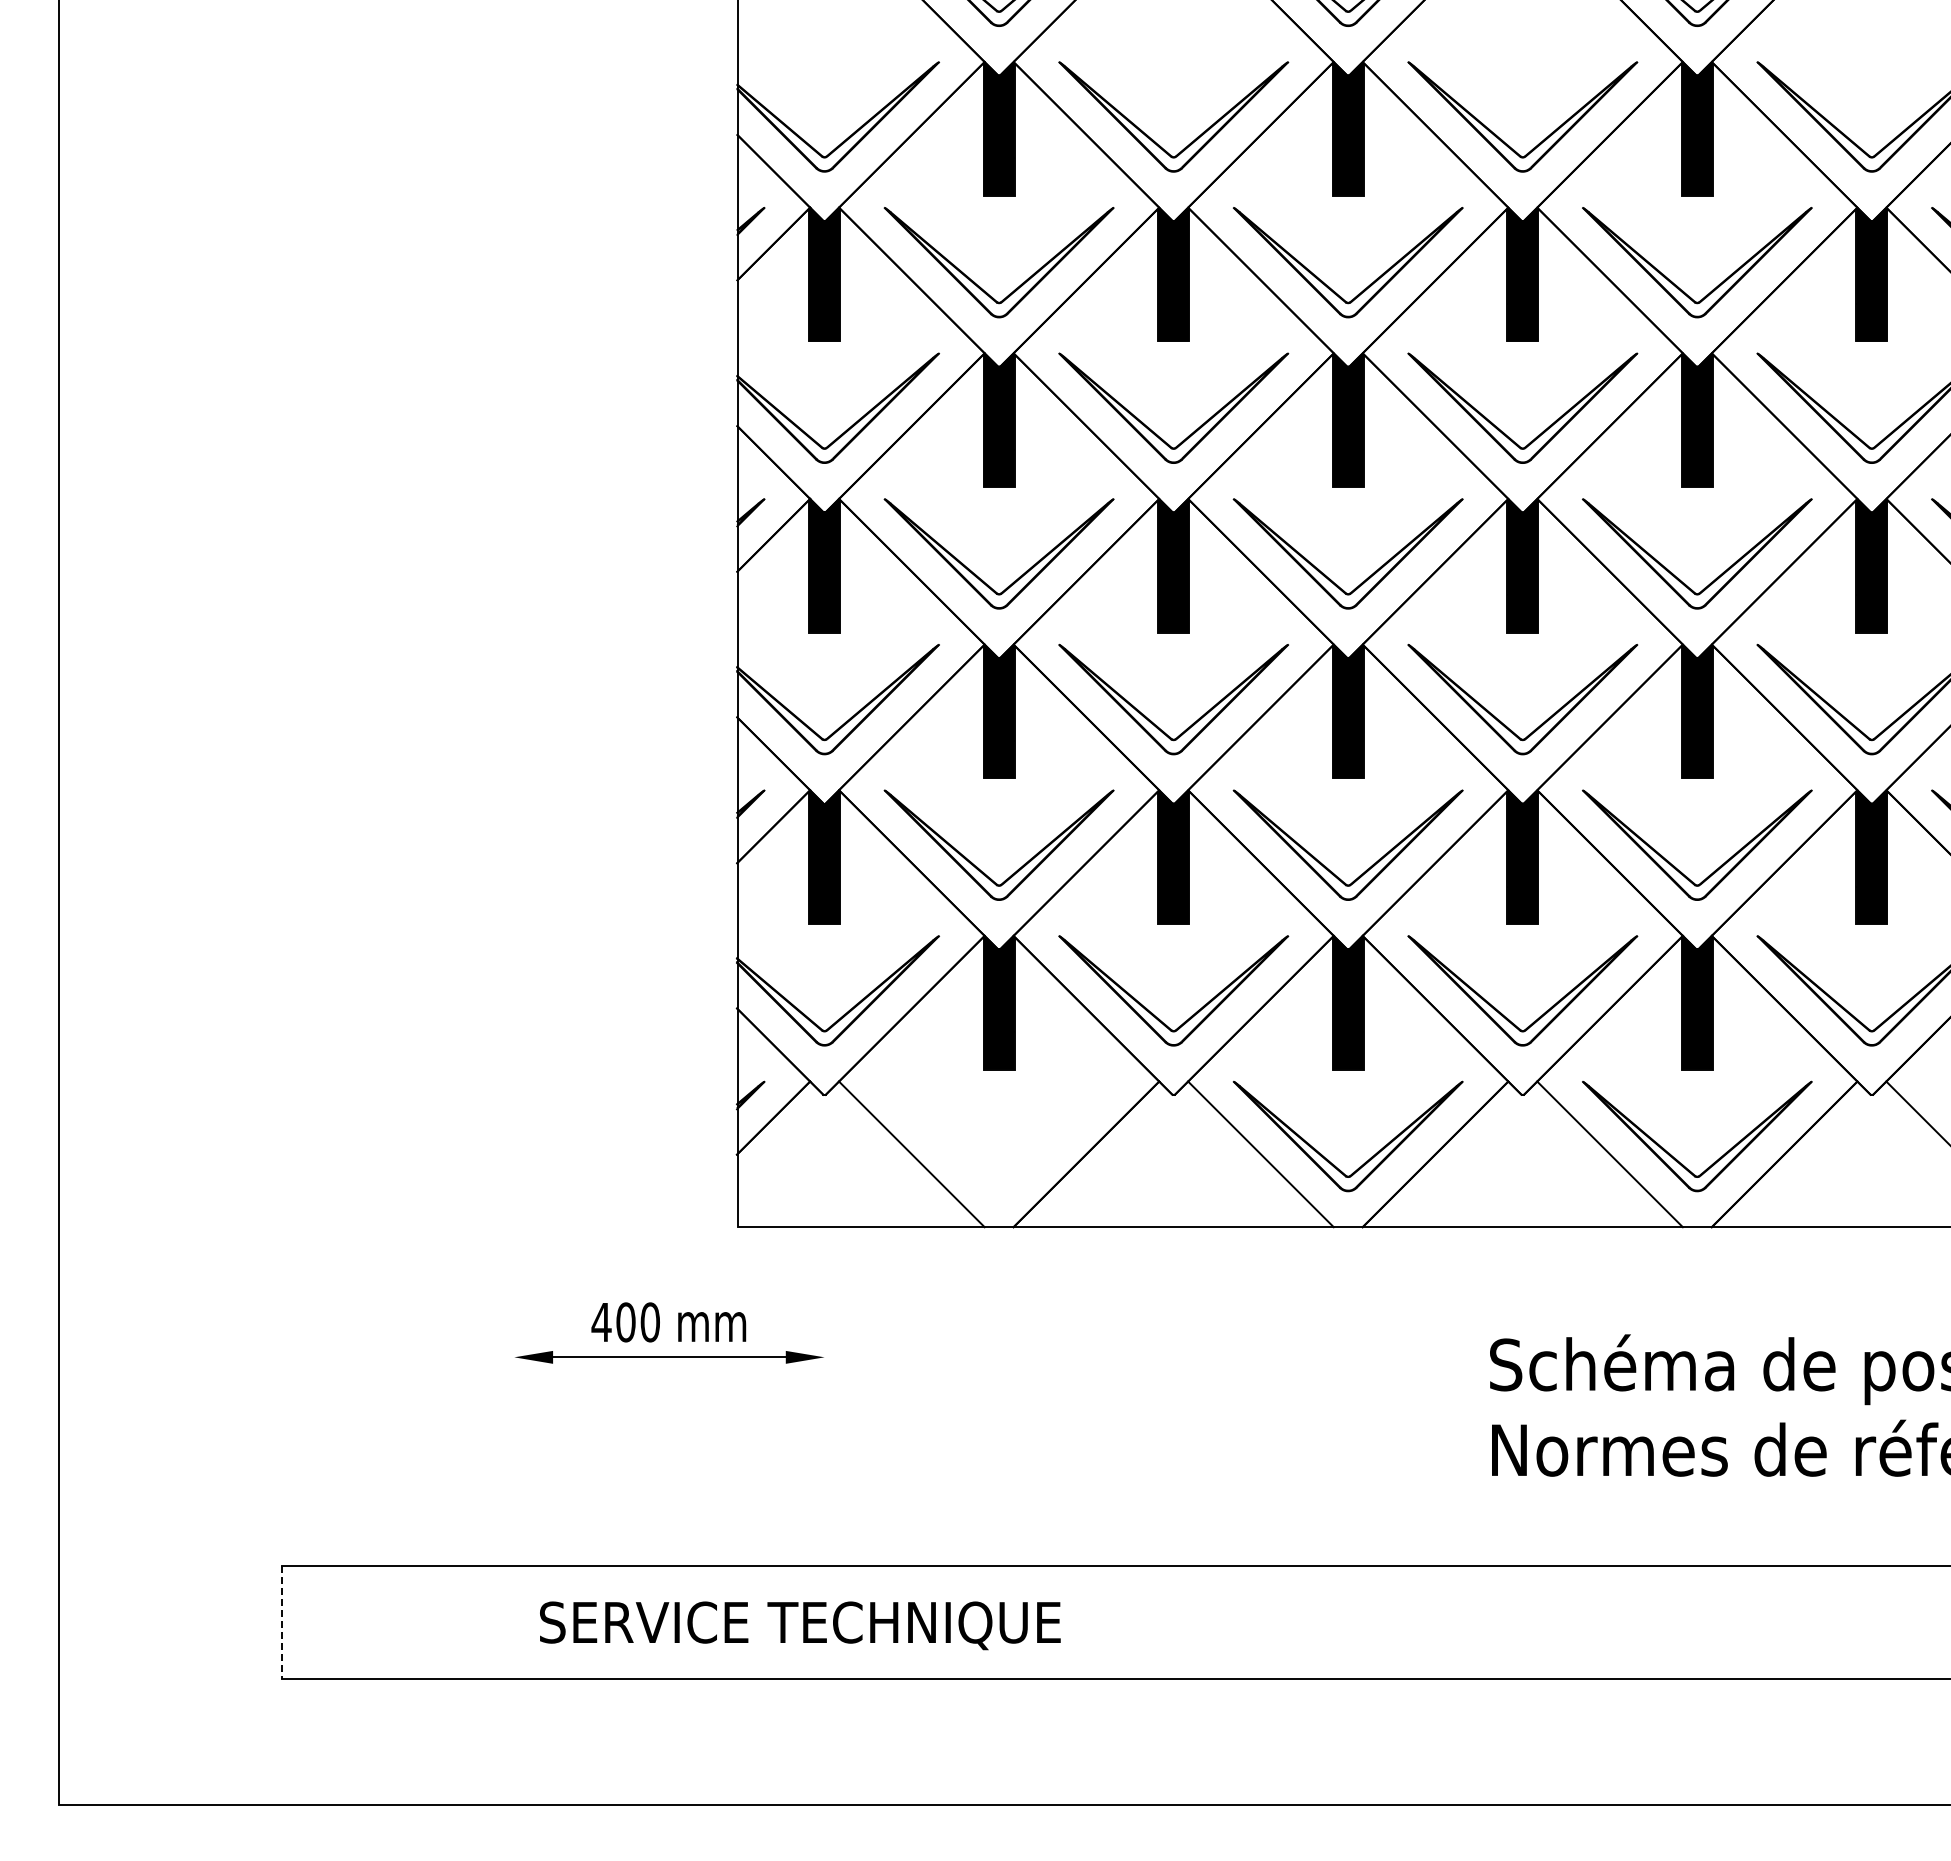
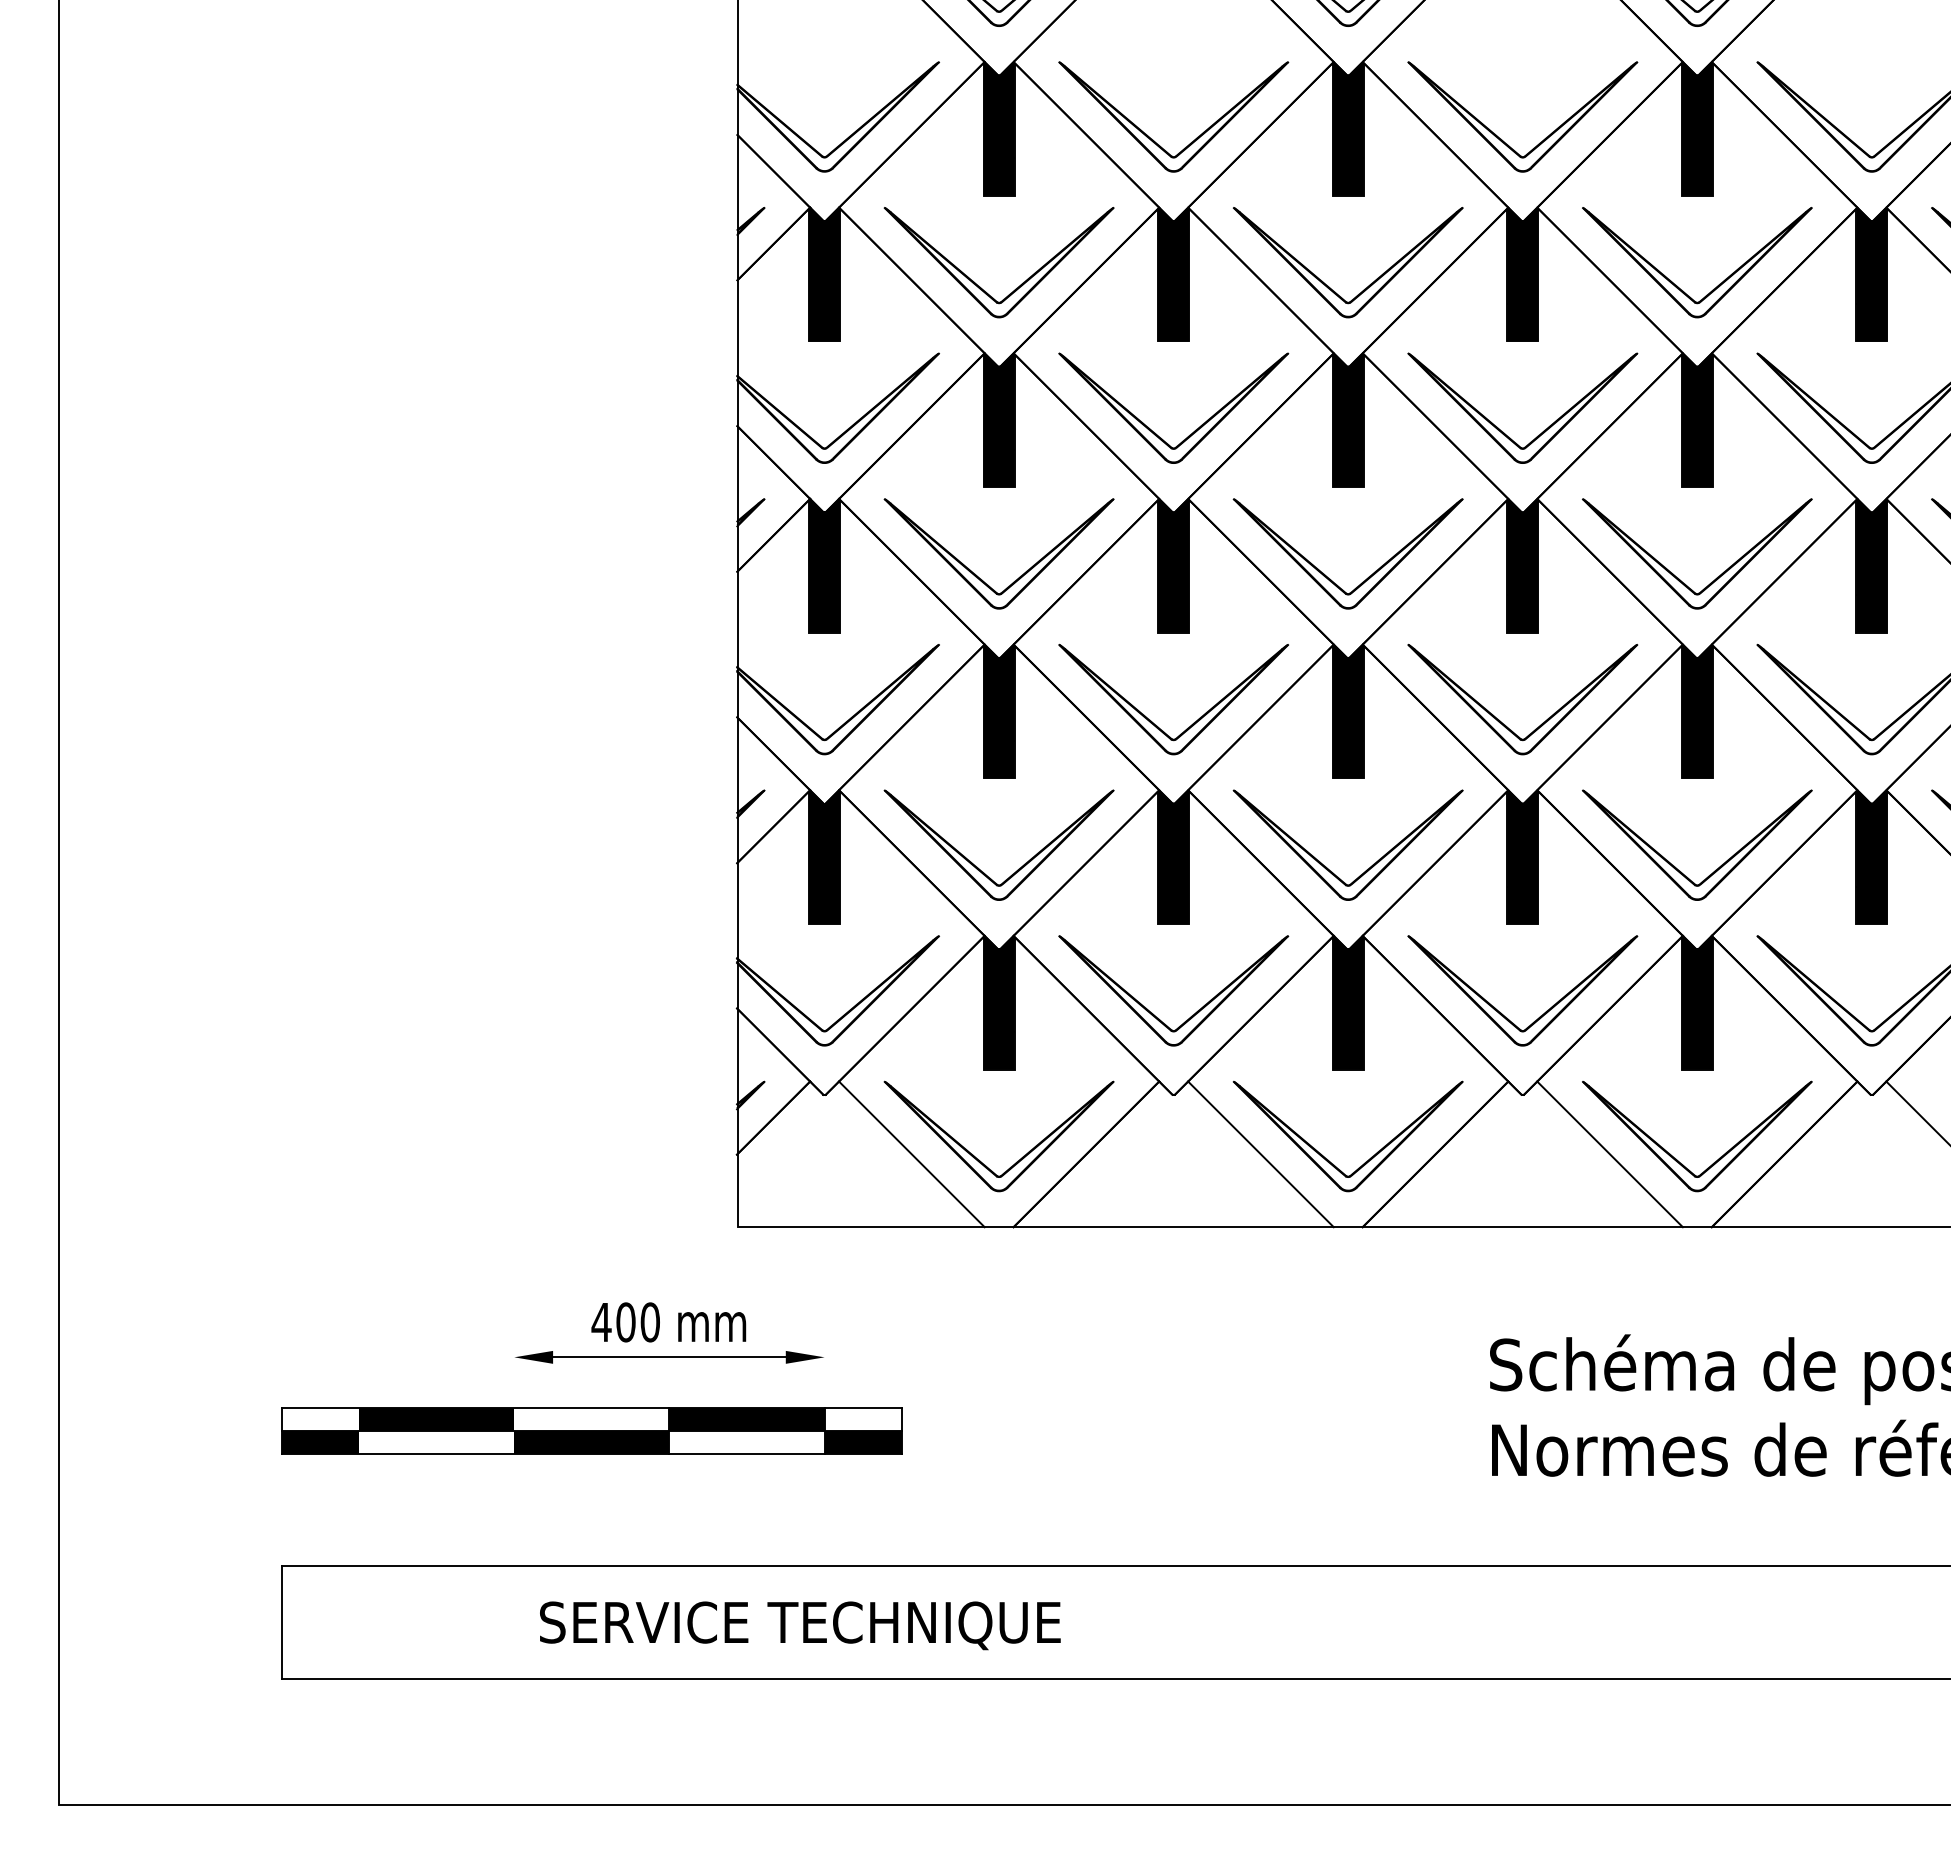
part at (979, 1159): none -> present
part at (591, 1430): none -> present
line at (281, 1623): dashed -> solid
